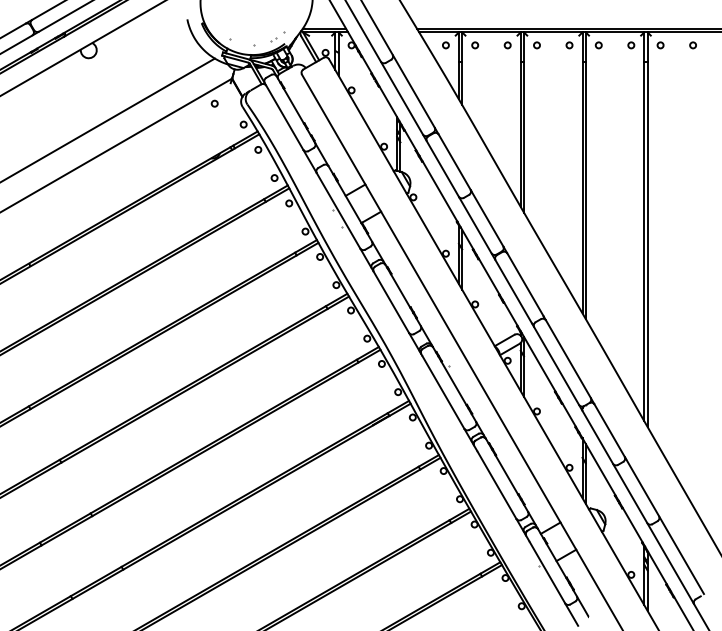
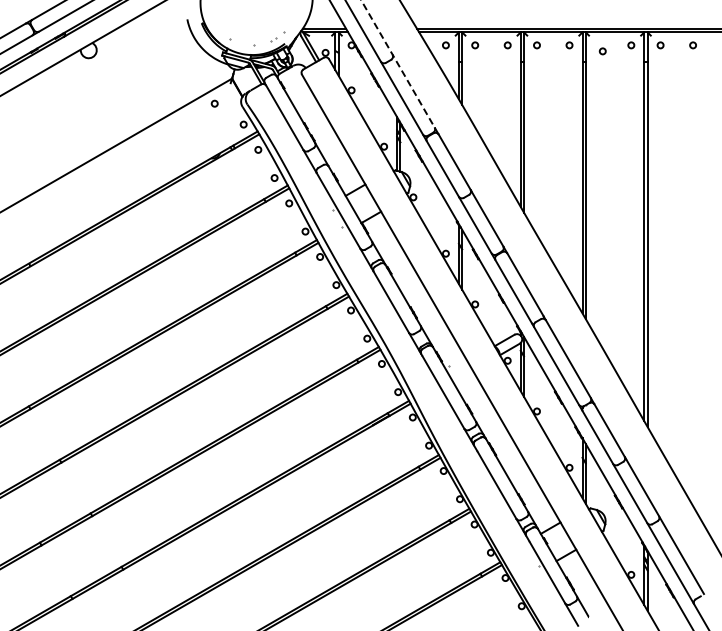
circle at (598, 45) position: (598, 45) -> (602, 51)
line at (398, 64): solid -> dashed
line at (108, 119): present -> none
